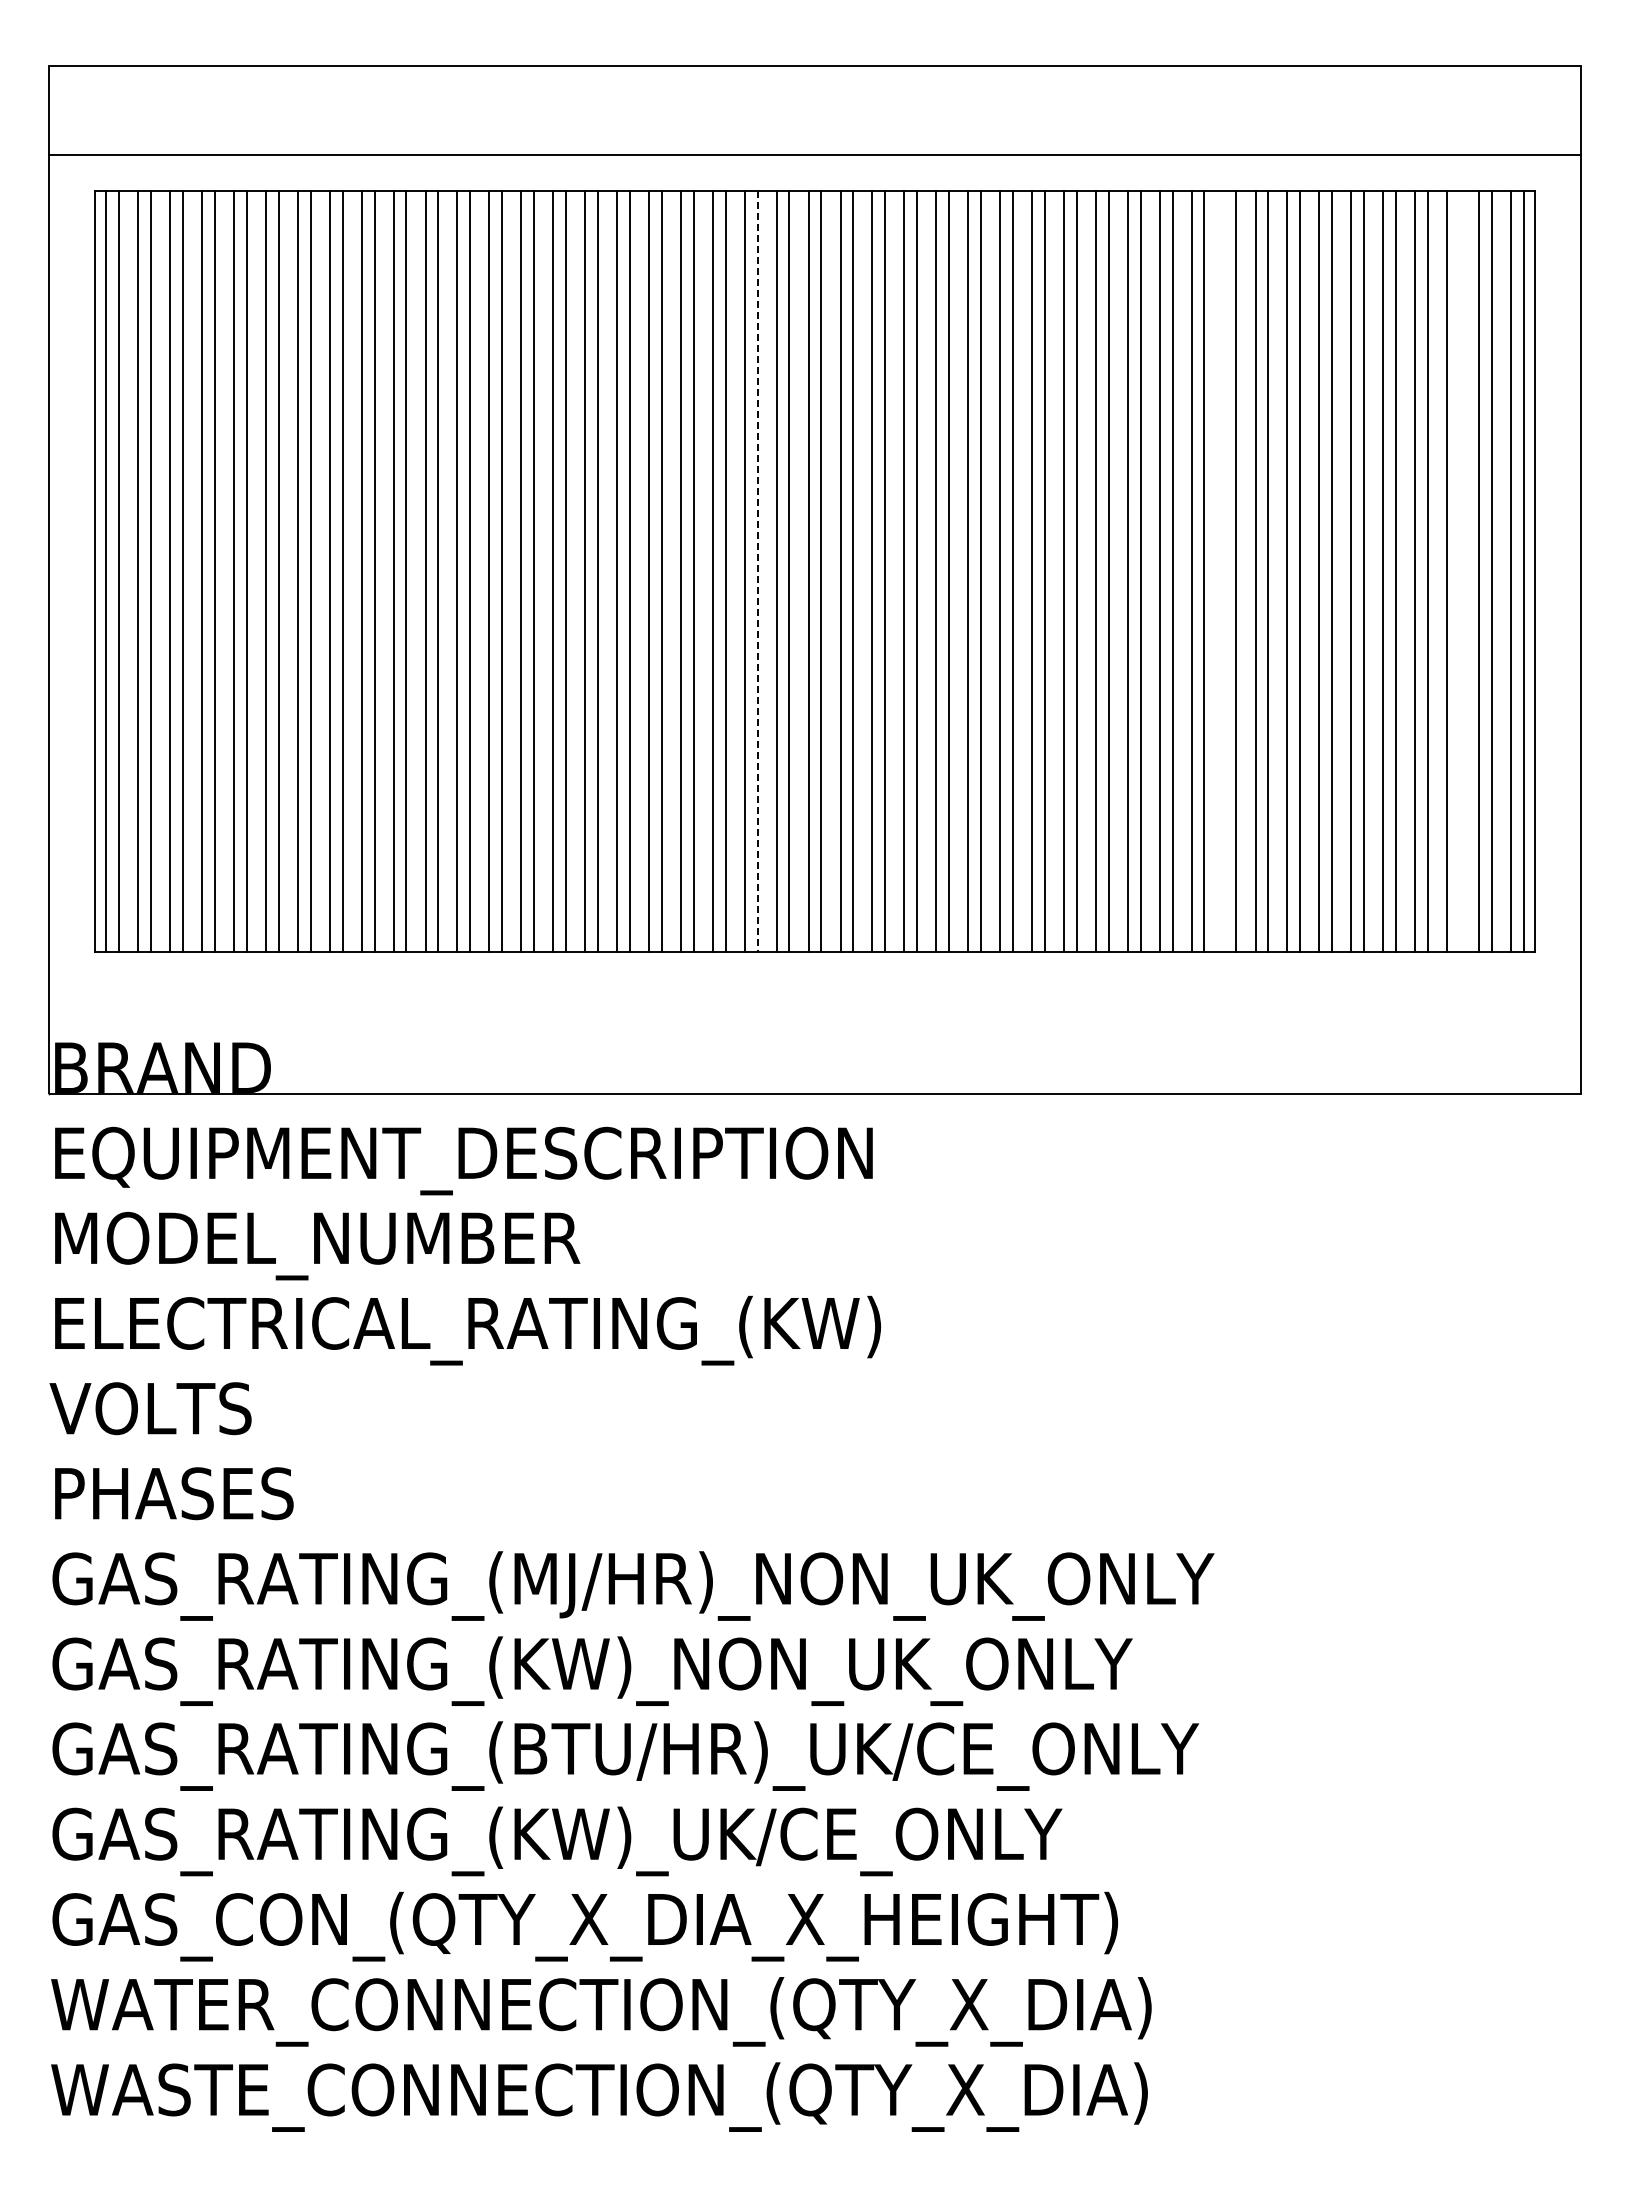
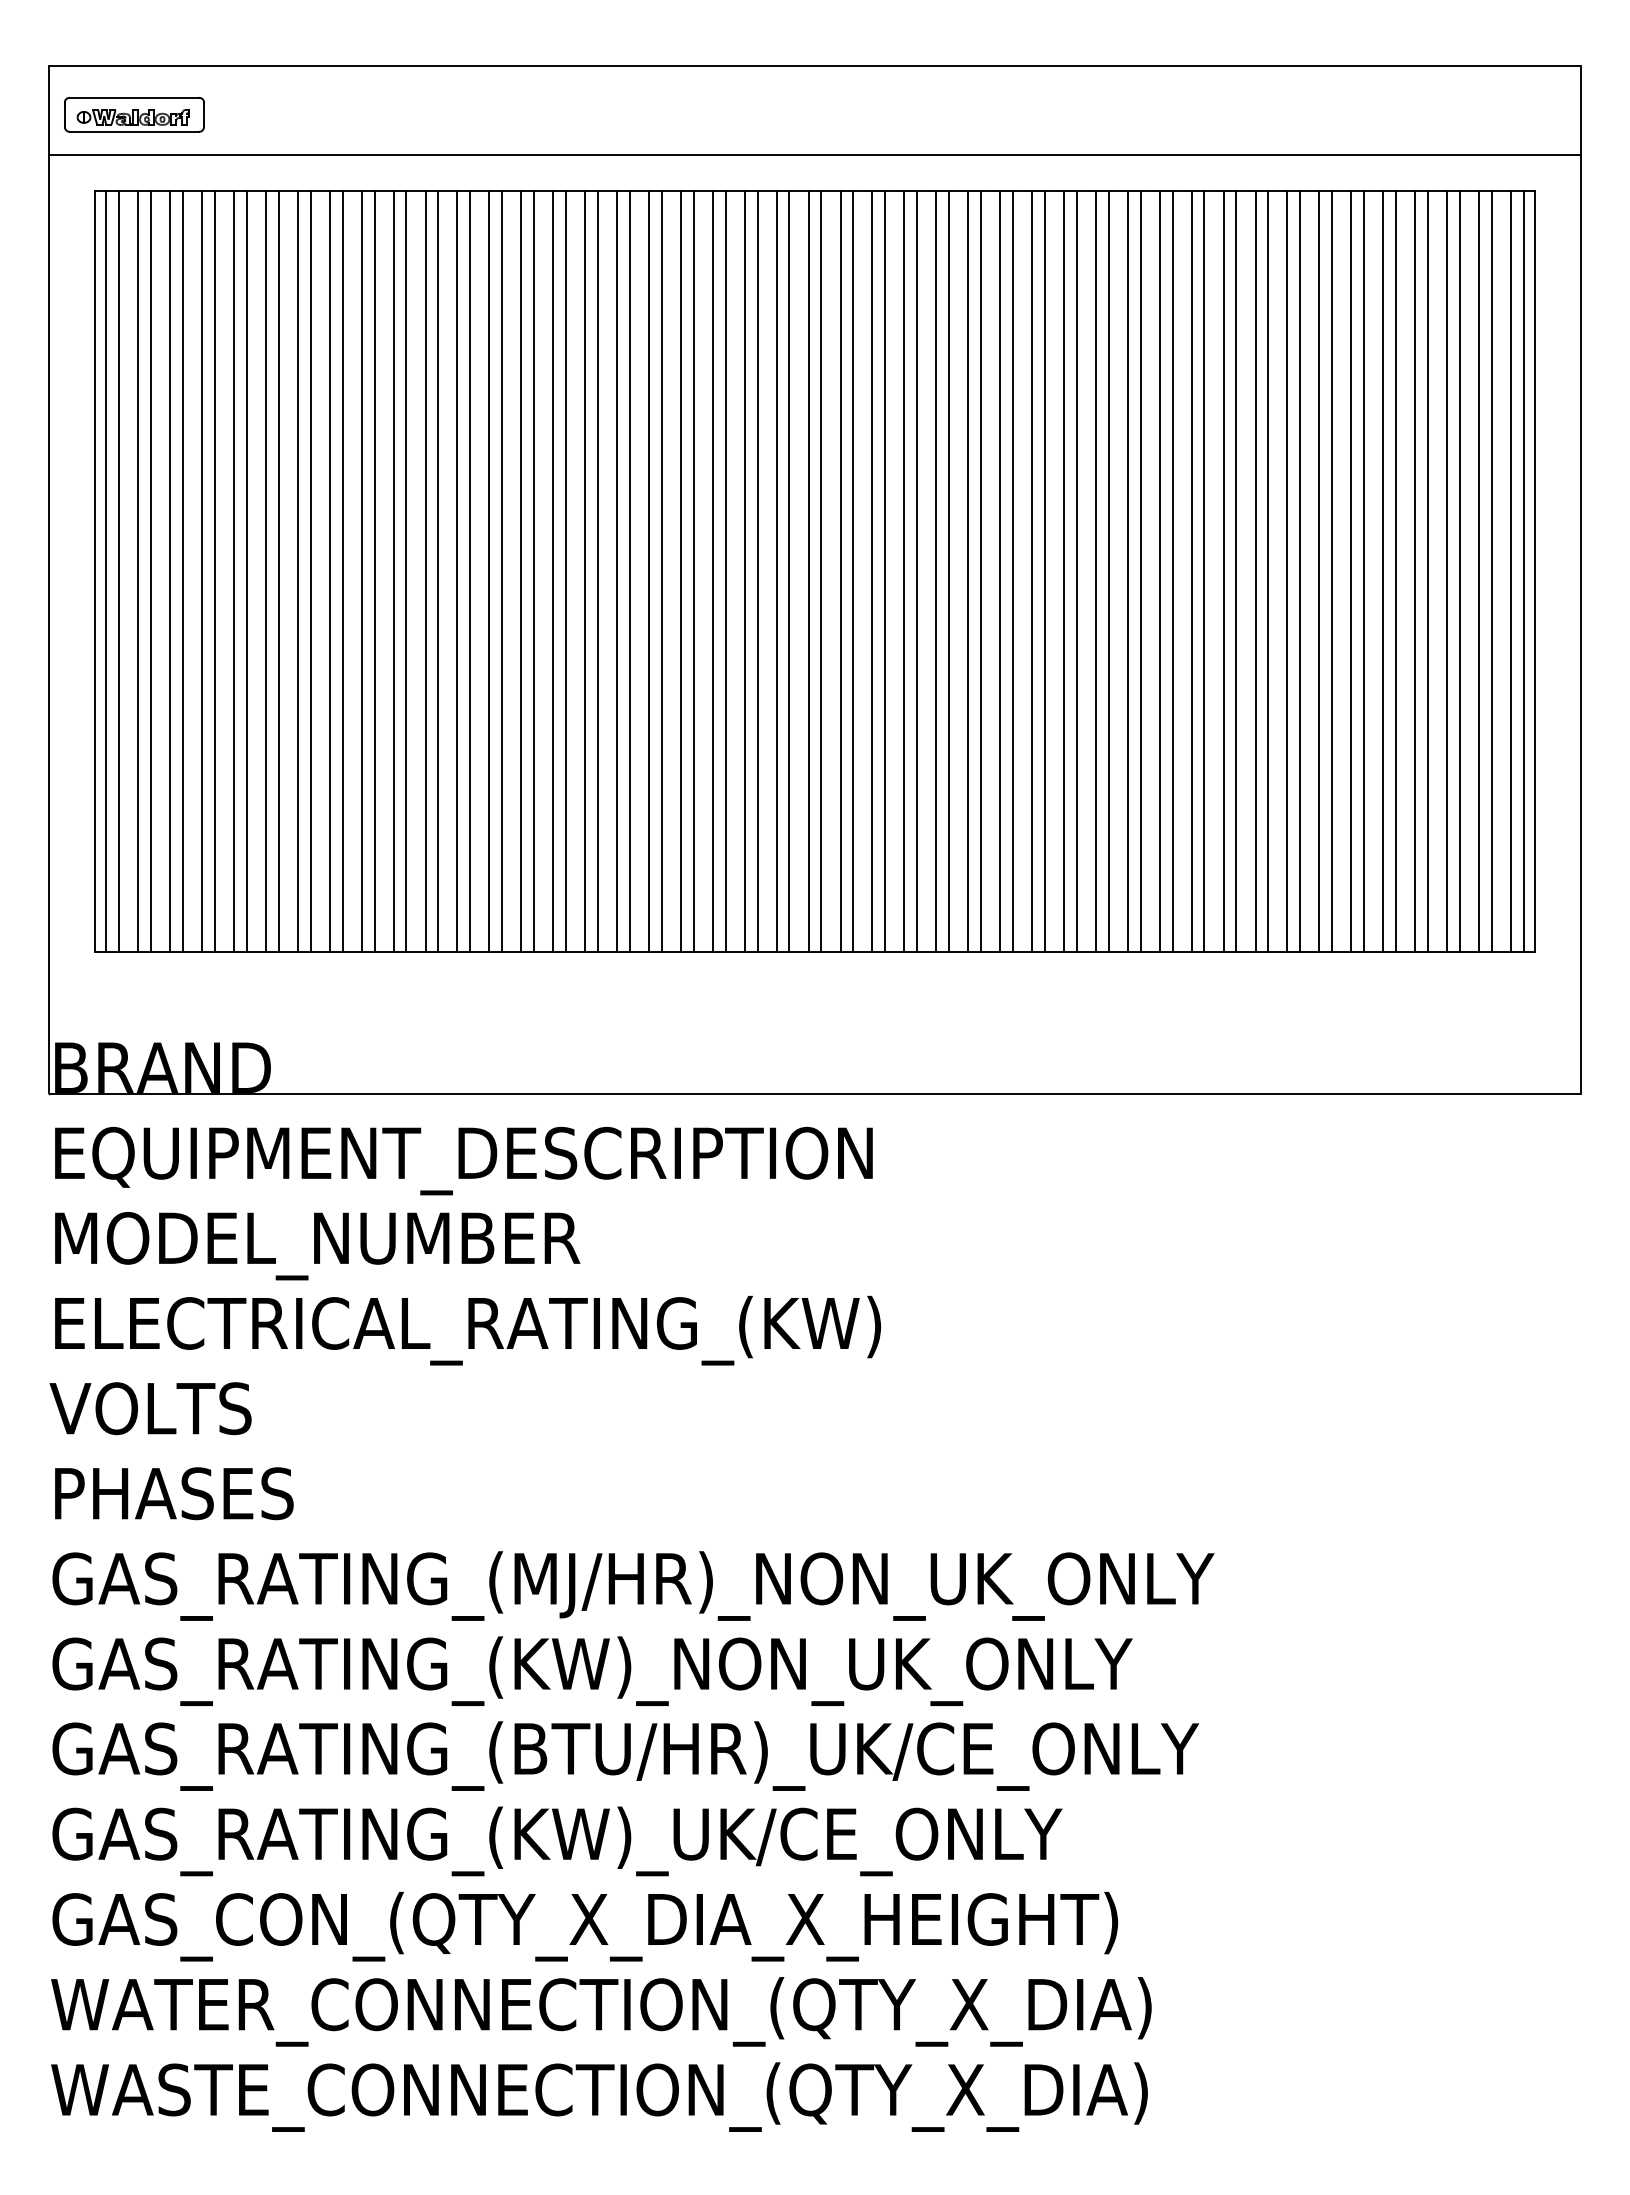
part at (134, 114): none -> present
line at (1223, 570): none -> present
line at (1459, 570): none -> present
line at (757, 571): dashed -> solid
